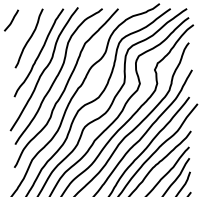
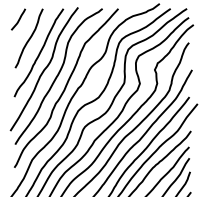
curve at (11, 20) position: (11, 20) -> (18, 19)
